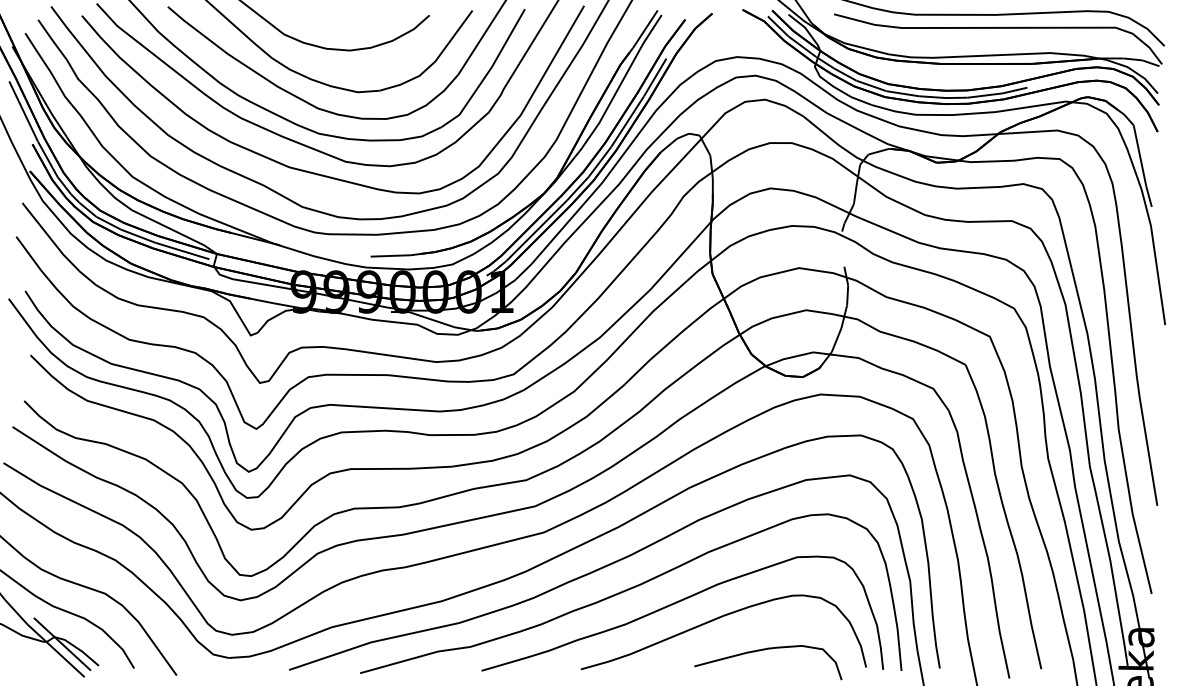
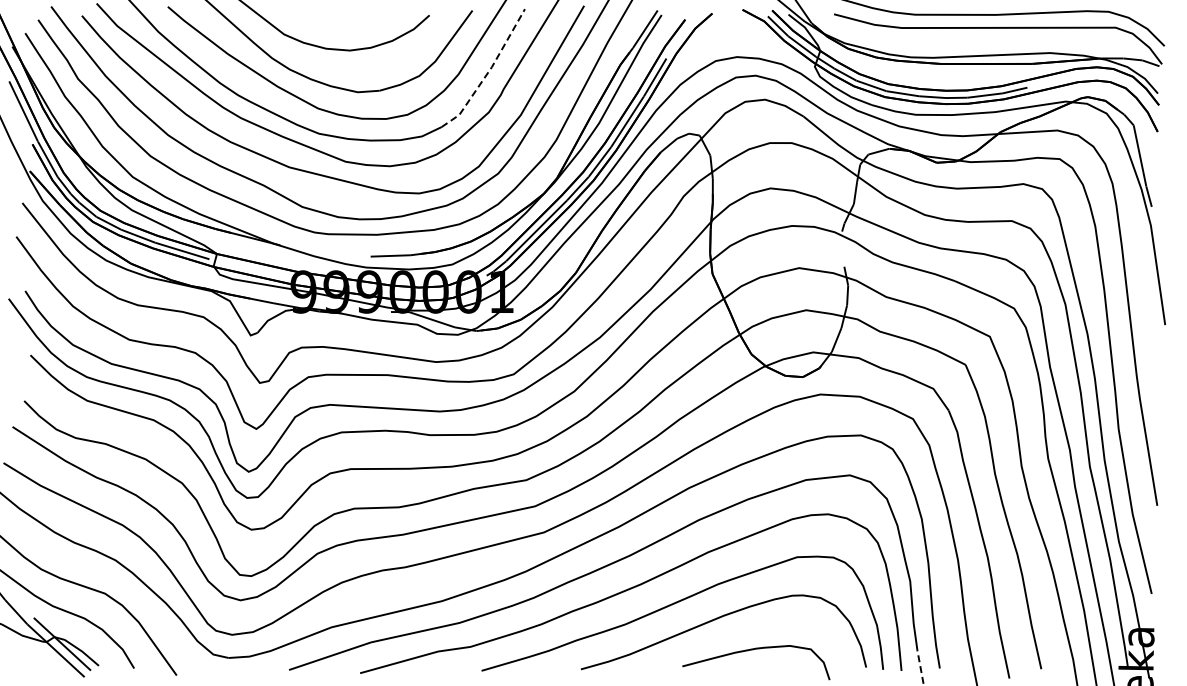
line at (488, 72): solid -> dashed
curve at (765, 650) position: (765, 650) -> (753, 650)
line at (920, 668): solid -> dashed
